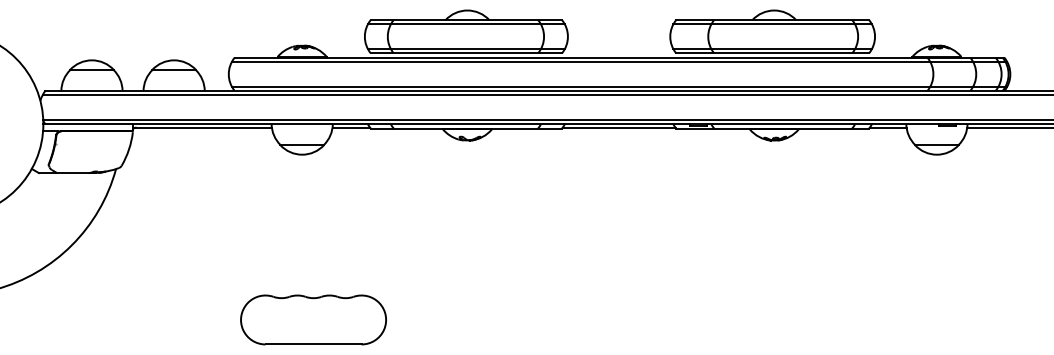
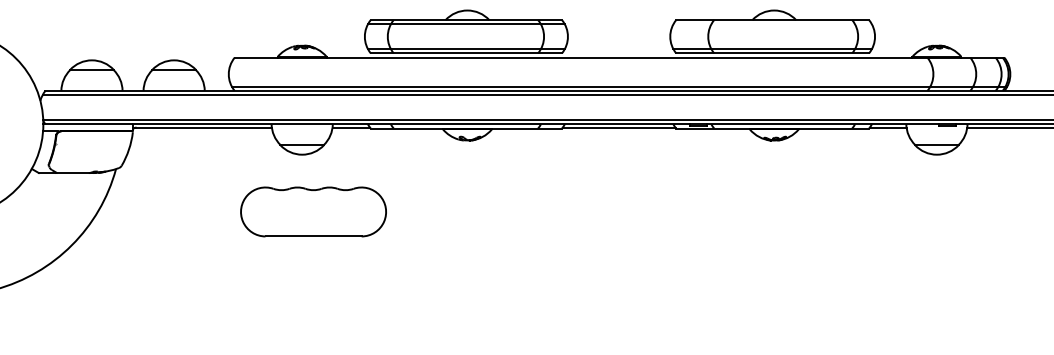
line at (772, 24): present -> none
line at (619, 62): present -> none
part at (313, 319) position: (313, 319) -> (313, 211)
